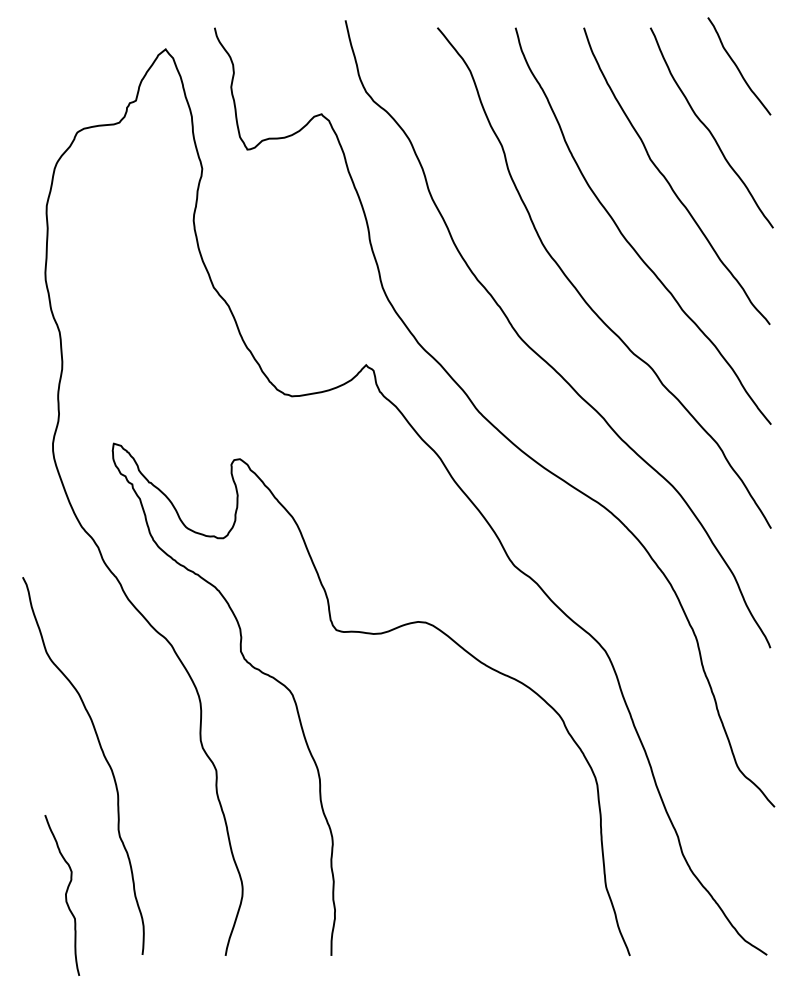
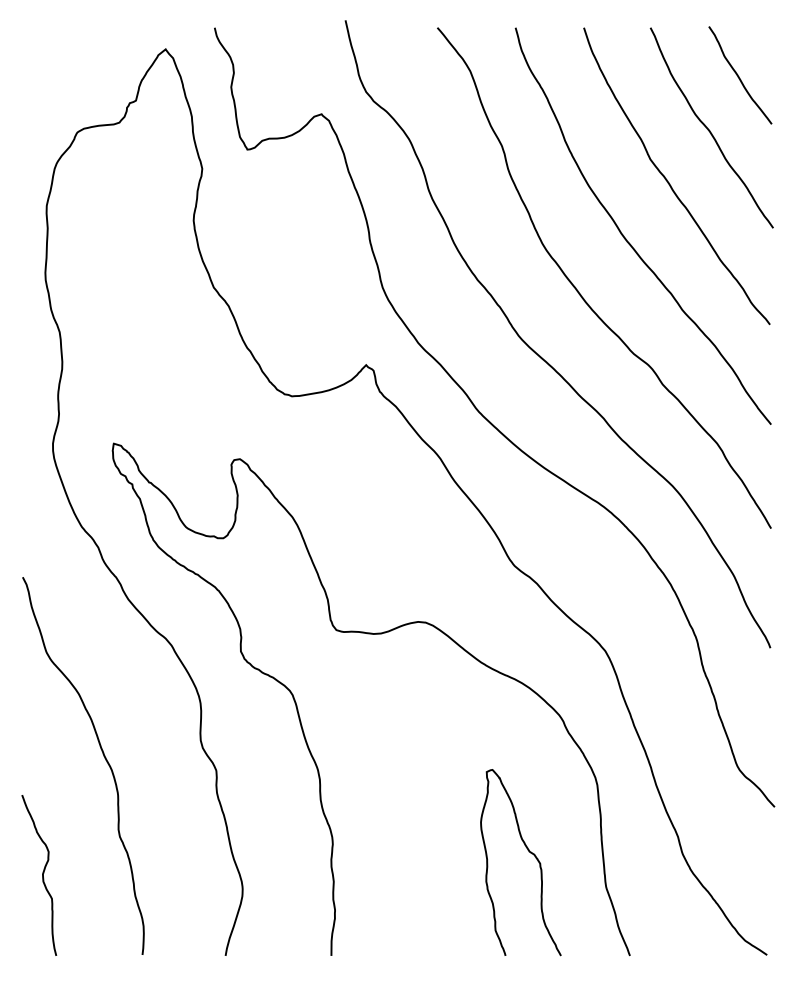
curve at (738, 67) position: (738, 67) -> (739, 76)
curve at (529, 852): none -> present
curve at (65, 895) position: (65, 895) -> (42, 875)
